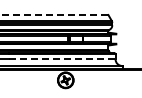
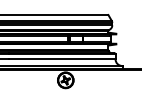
line at (53, 15): dashed -> solid
line at (62, 59): dashed -> solid
